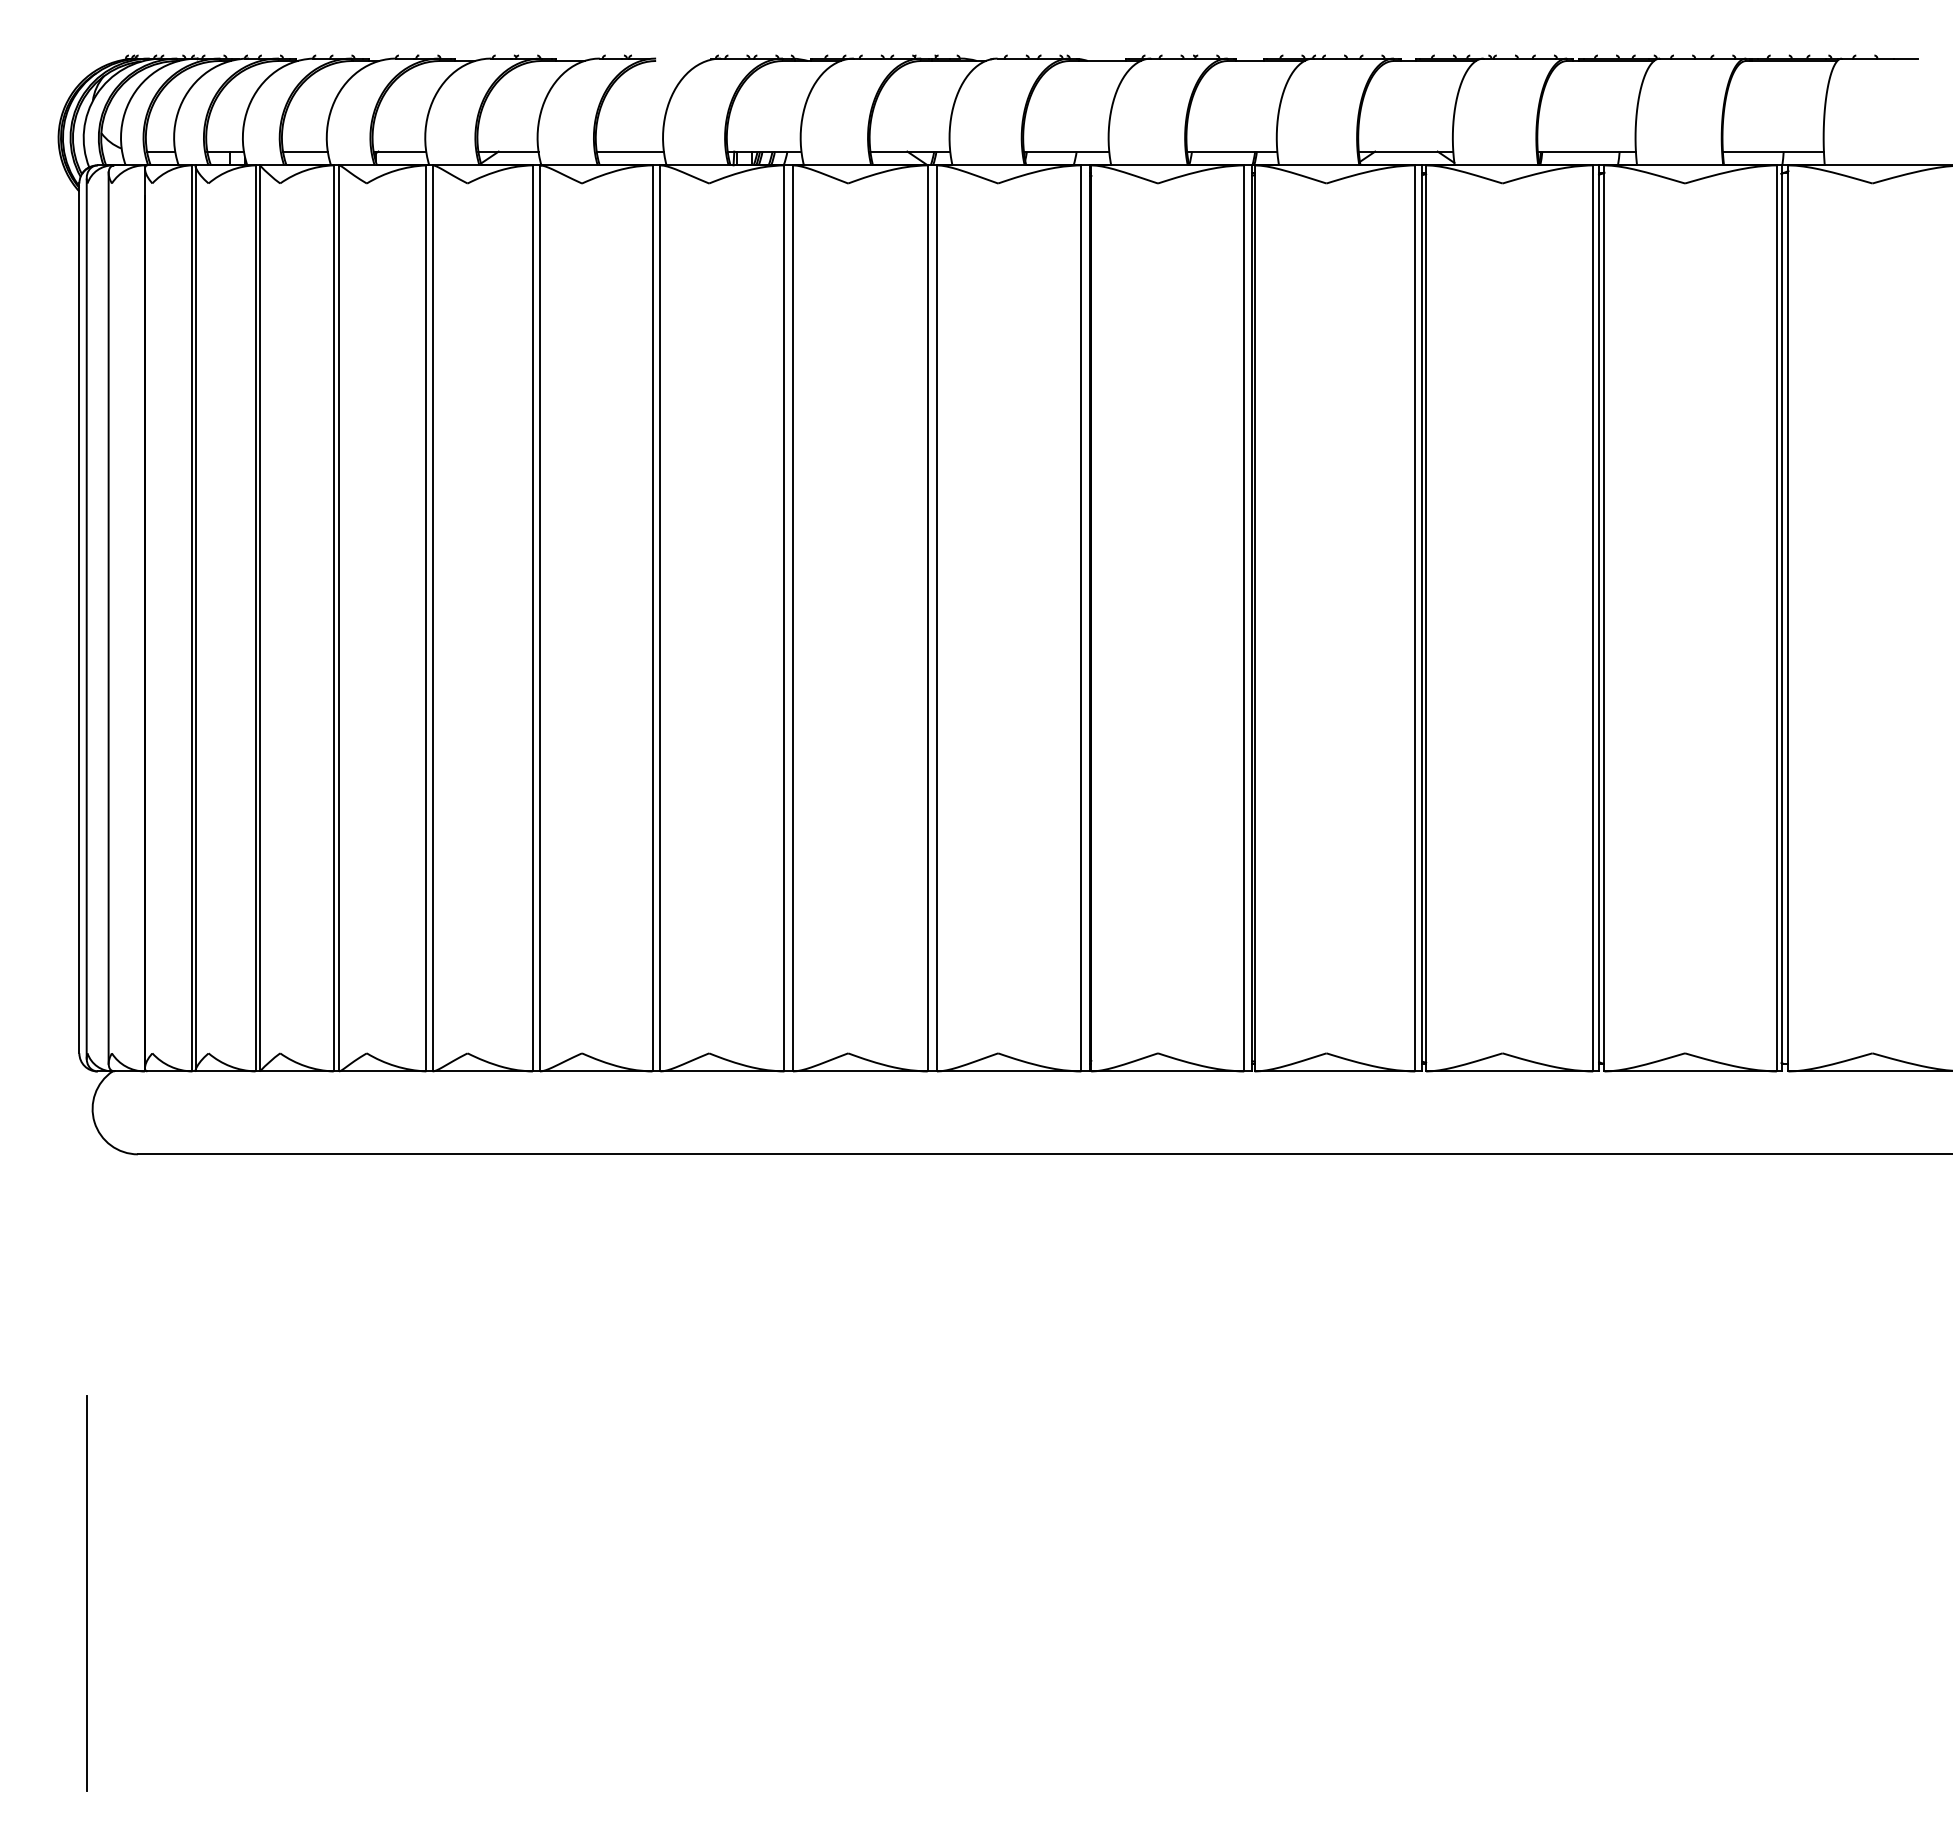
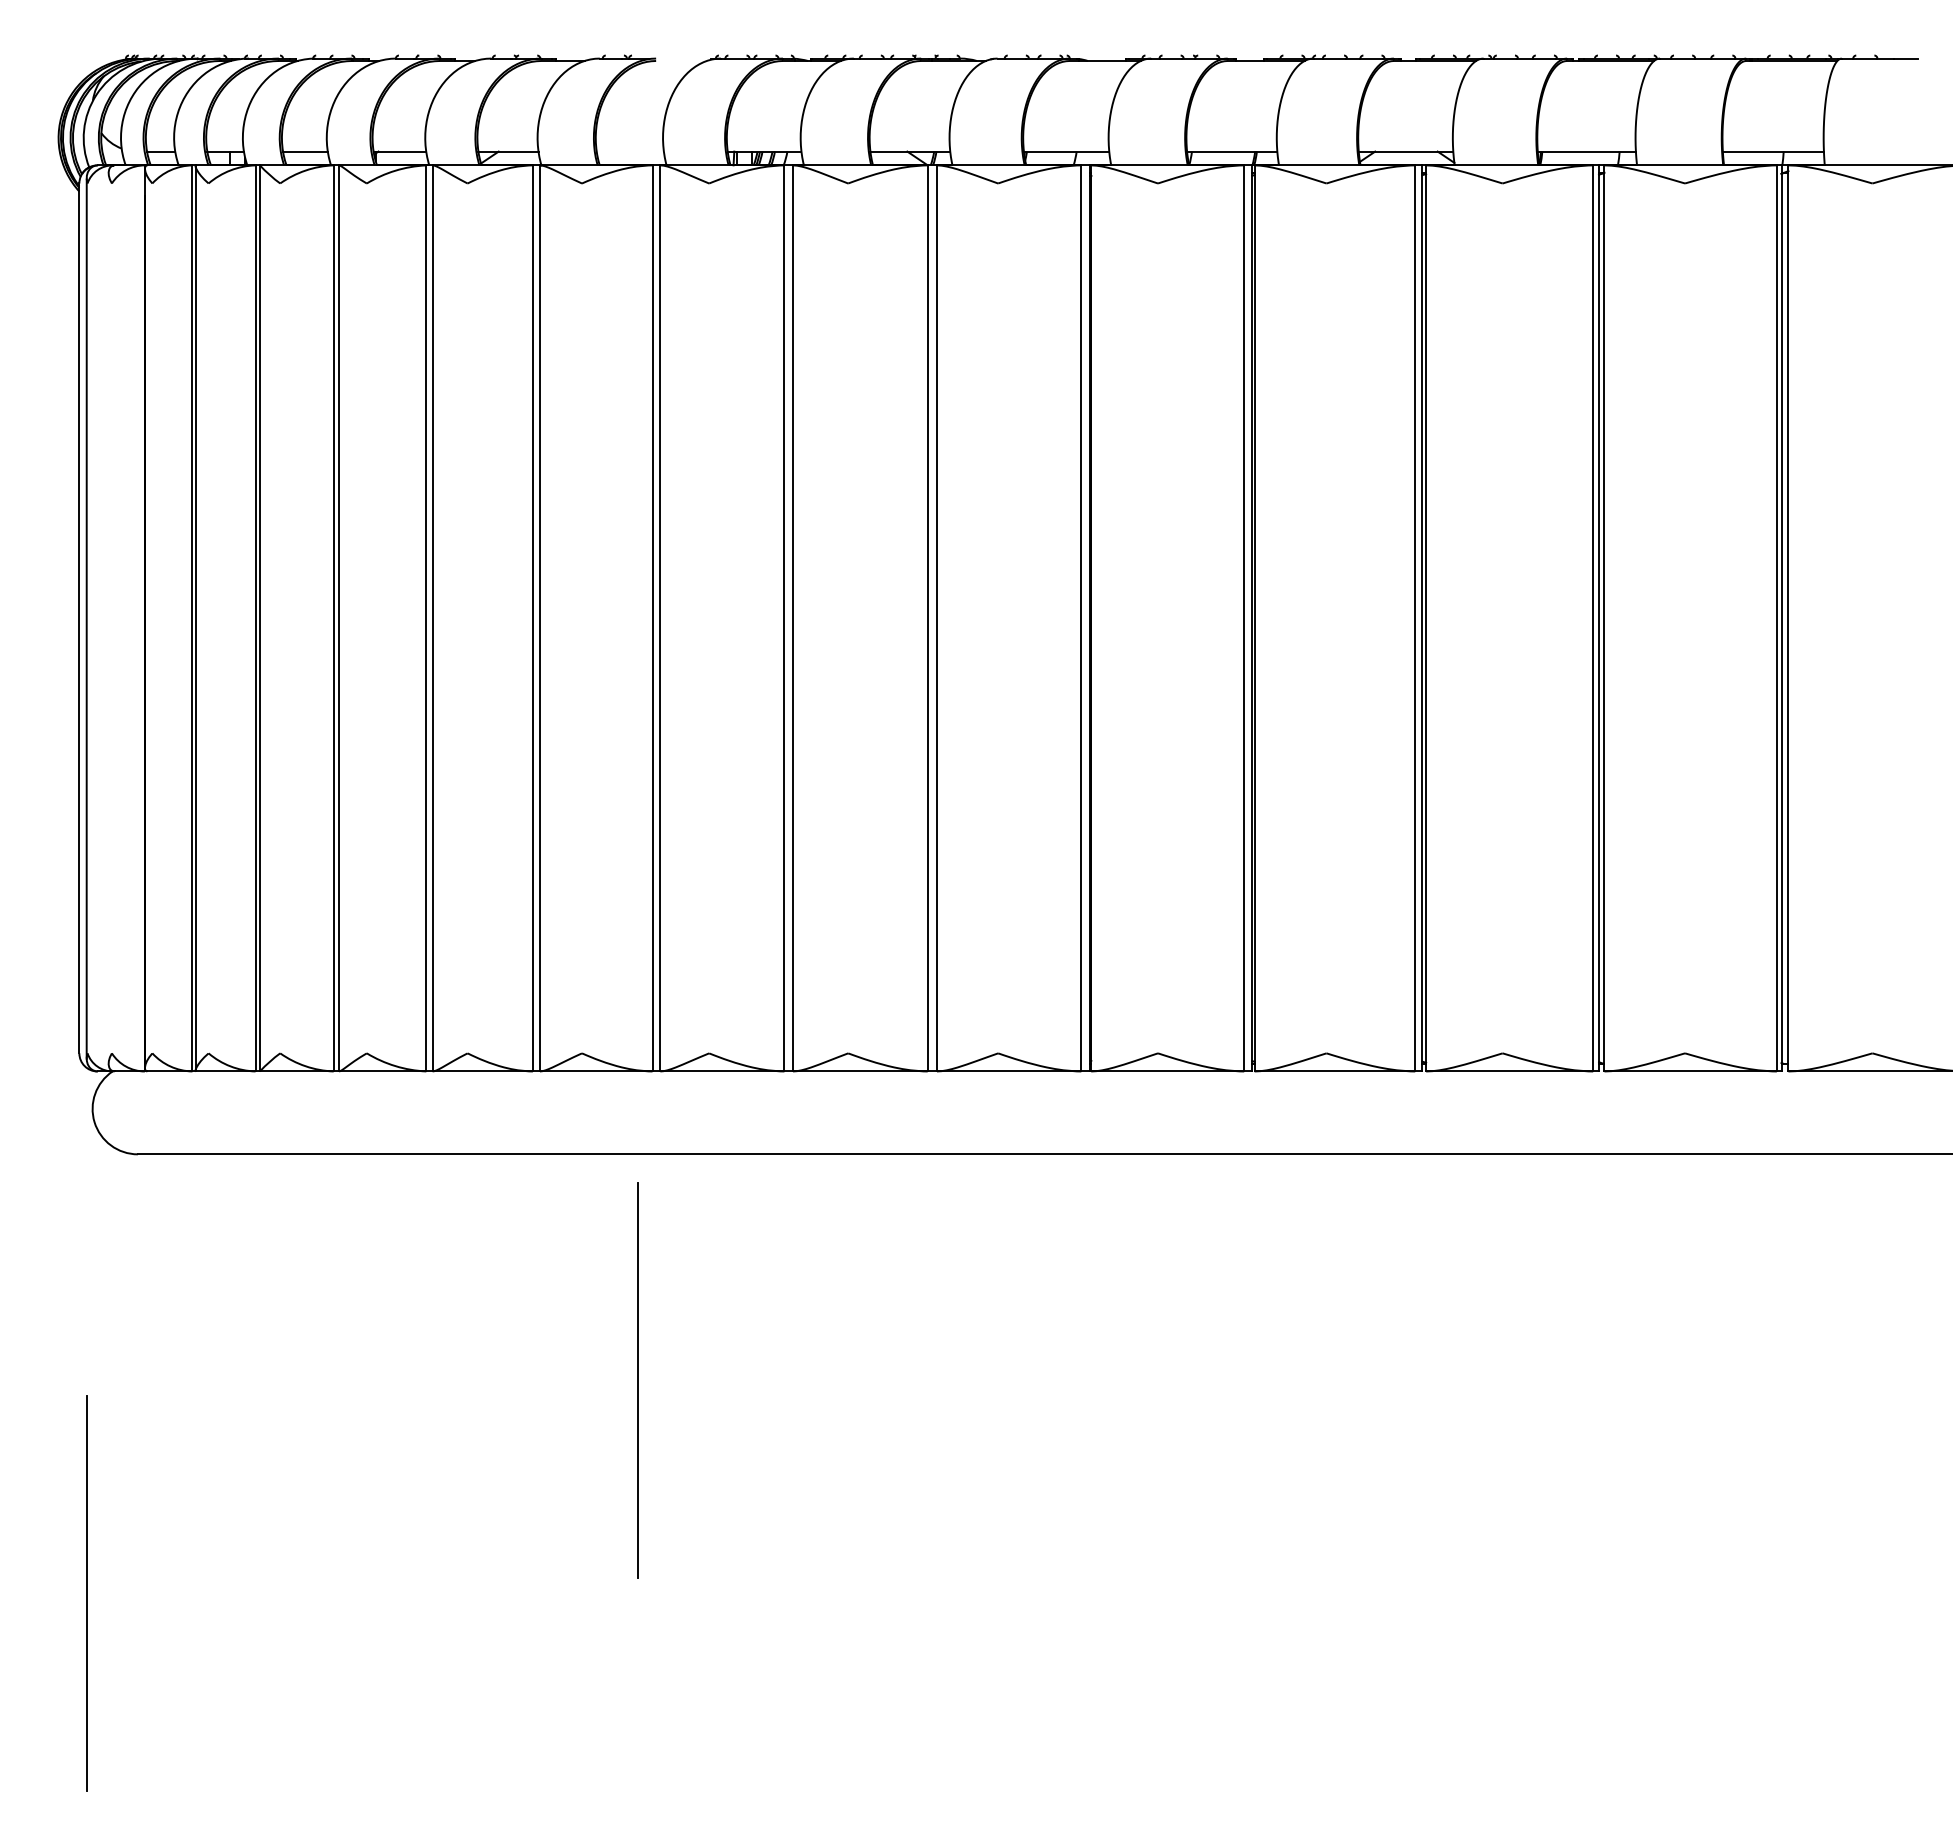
line at (629, 151): present -> none
line at (108, 617): present -> none
line at (637, 1380): none -> present
